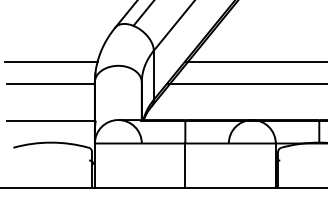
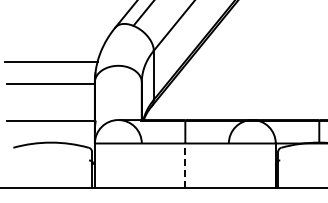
line at (254, 61): present -> none
line at (245, 83): present -> none
line at (185, 165): solid -> dashed
